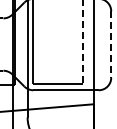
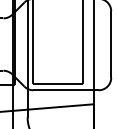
line at (82, 42): dashed -> solid
line at (111, 45): dashed -> solid
